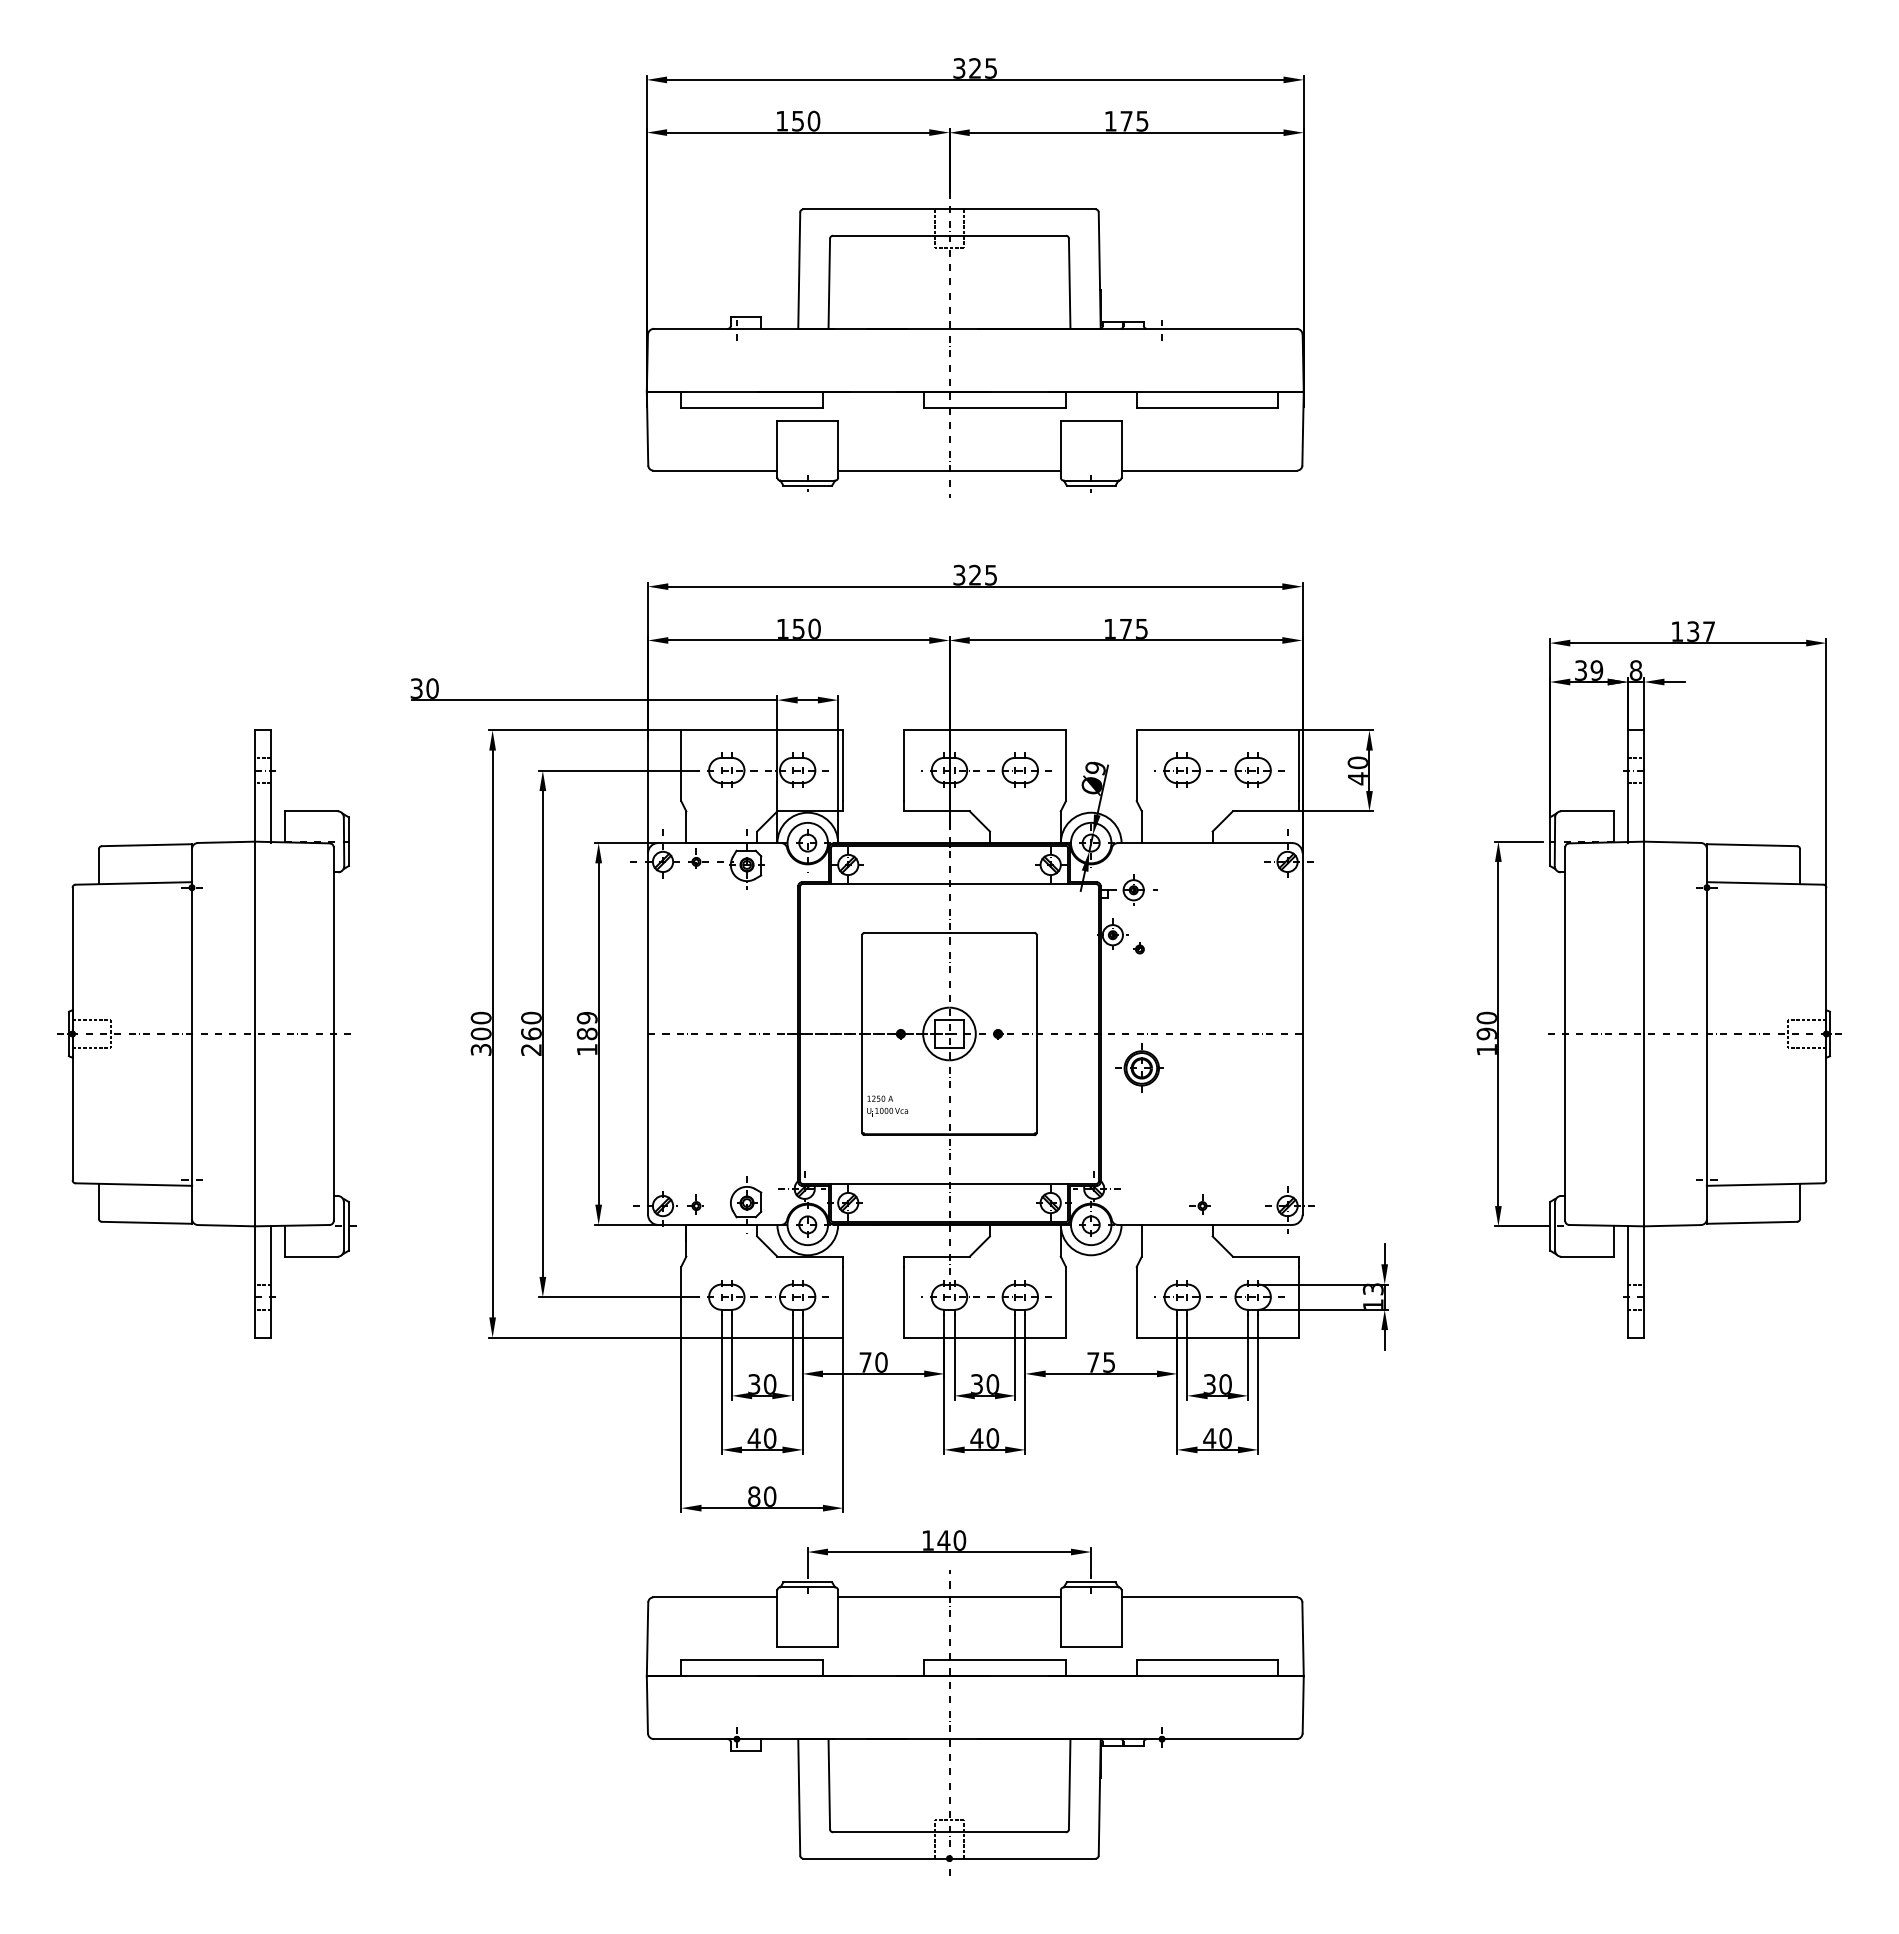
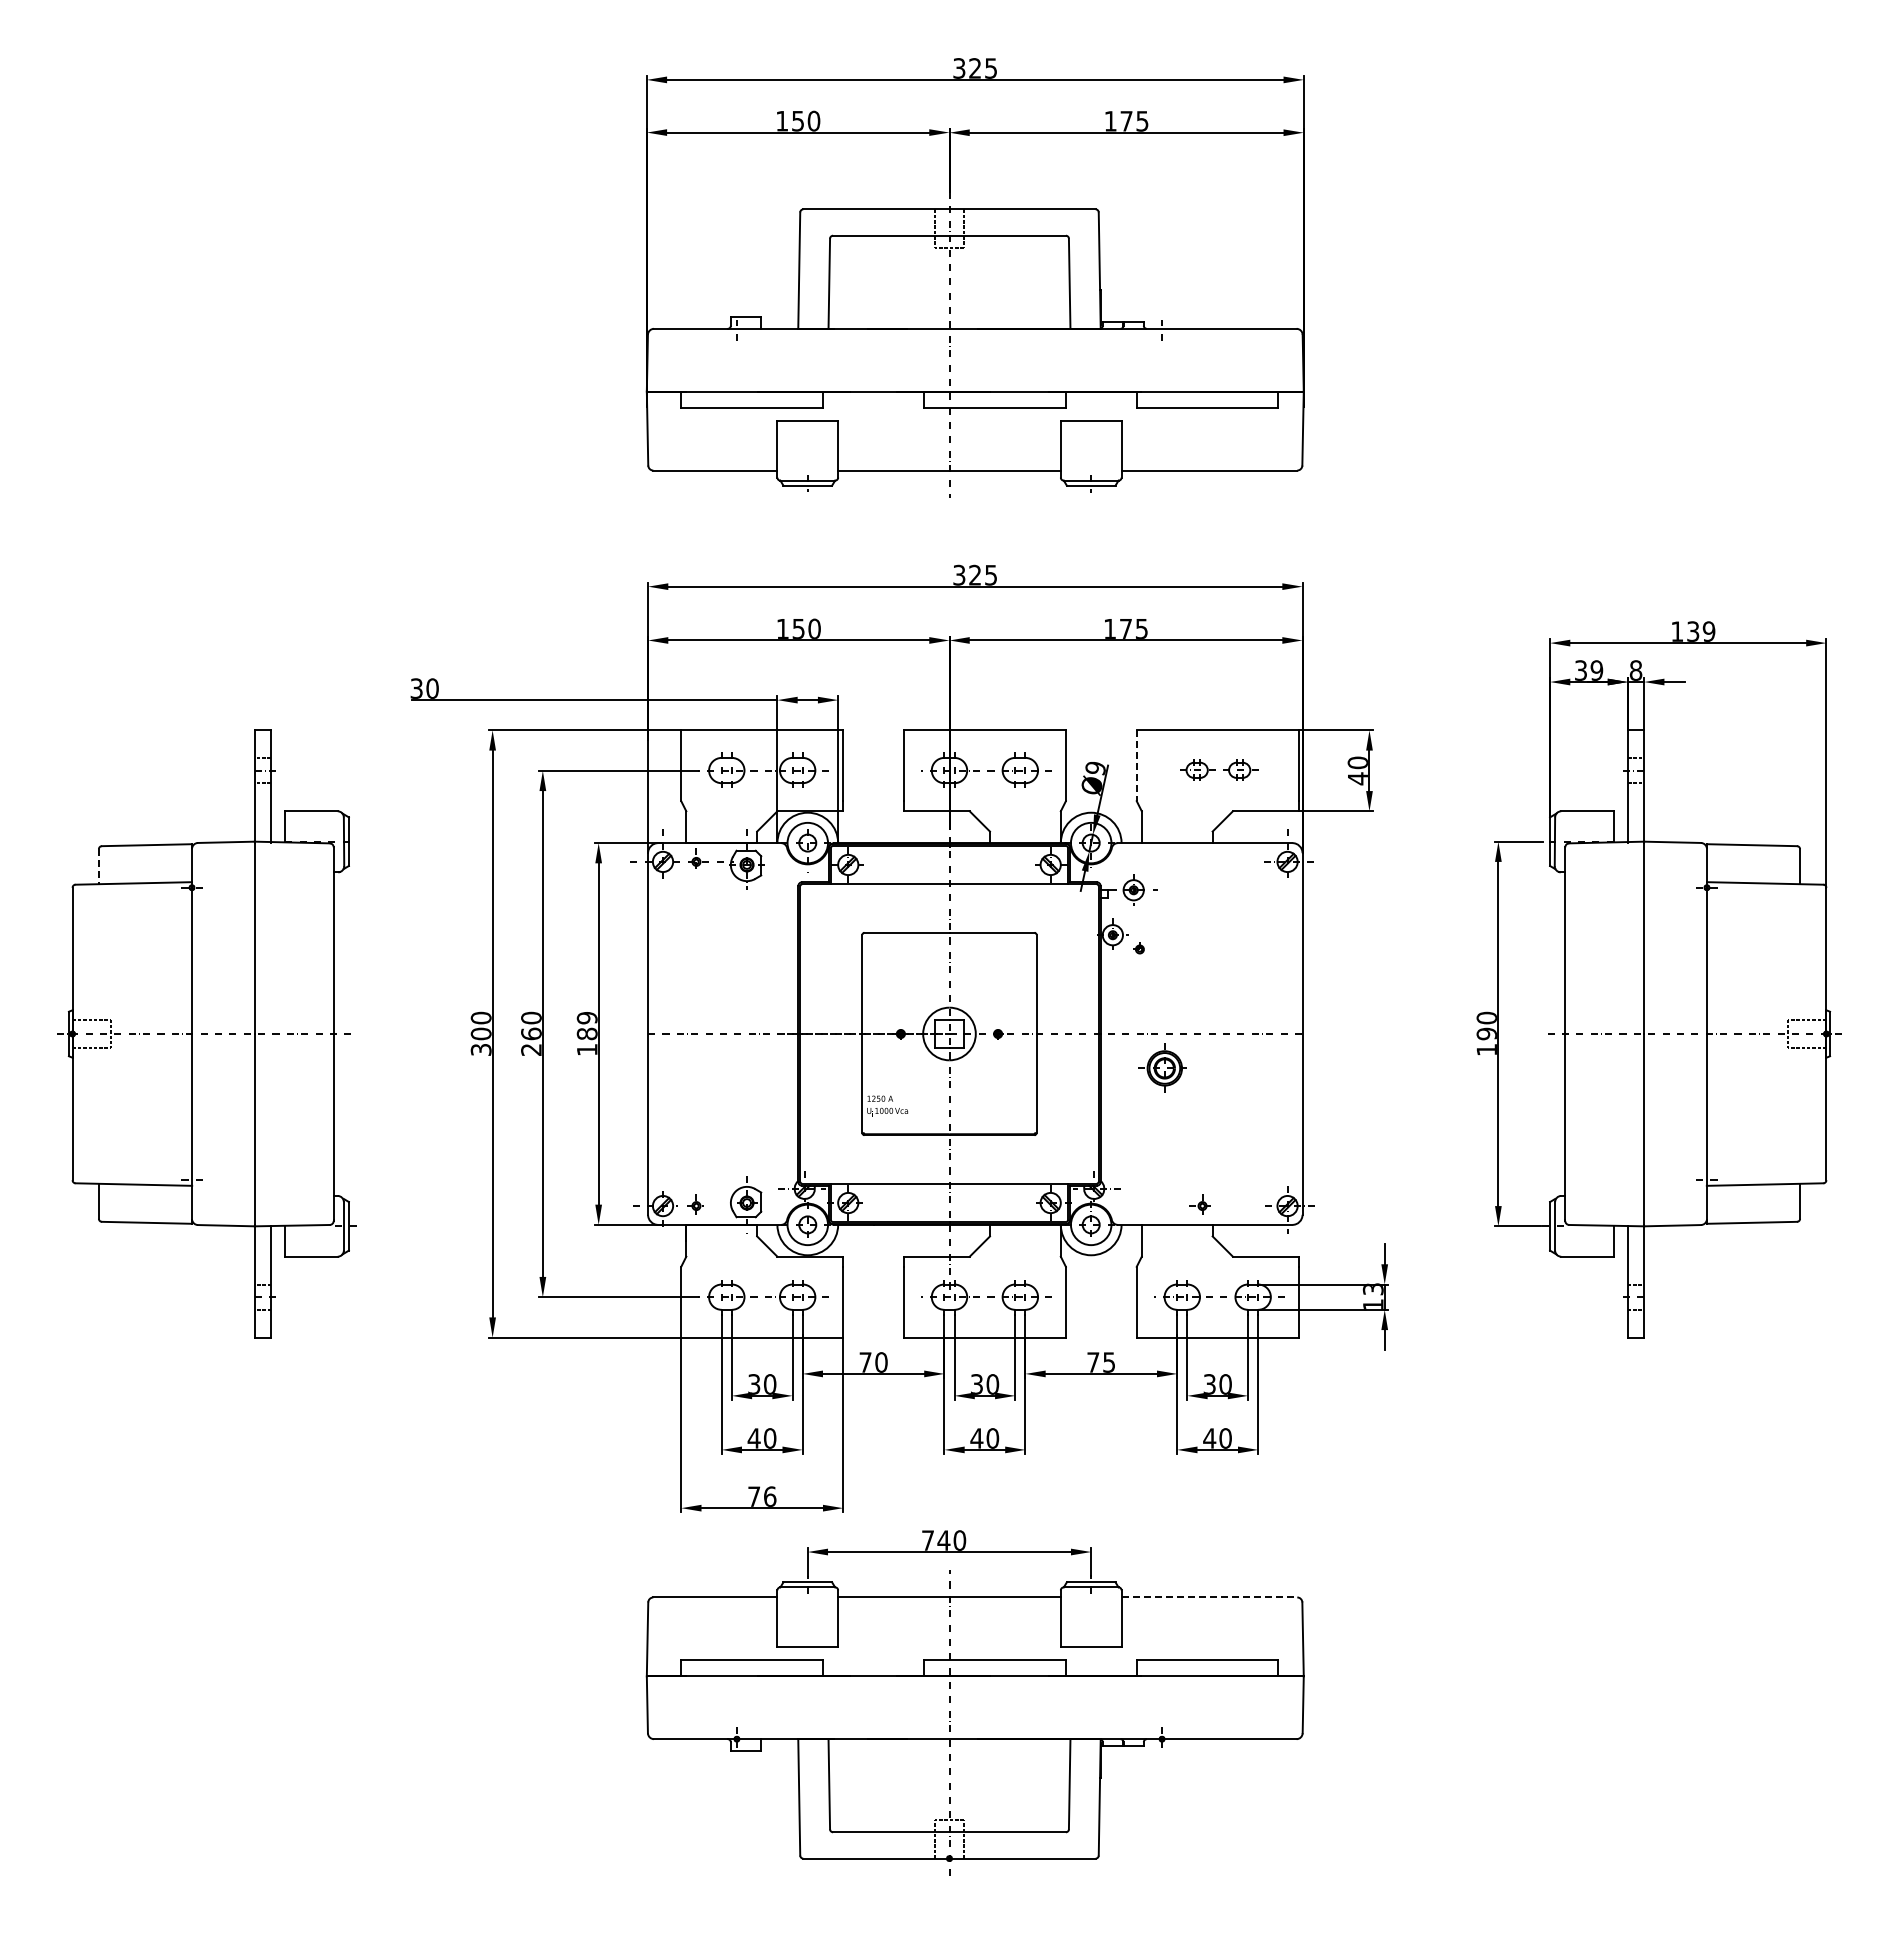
text at (1708, 631): 137 -> 139
line at (1136, 766): solid -> dashed
part at (1219, 769) size: 131x36 px -> 79x22 px
line at (98, 867): solid -> dashed
part at (1139, 1067) position: (1139, 1067) -> (1162, 1067)
text at (762, 1496): 80 -> 76
text at (927, 1540): 140 -> 740
line at (1209, 1597): solid -> dashed
